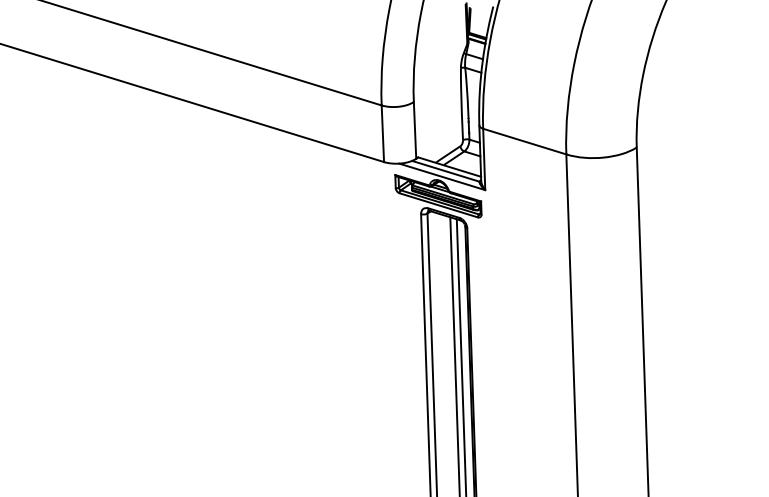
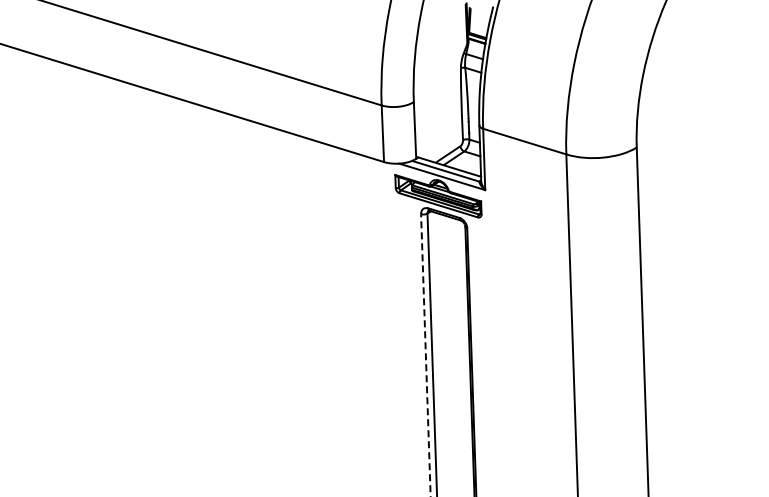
line at (425, 354): solid -> dashed
line at (454, 355): present -> none
line at (461, 356): present -> none
